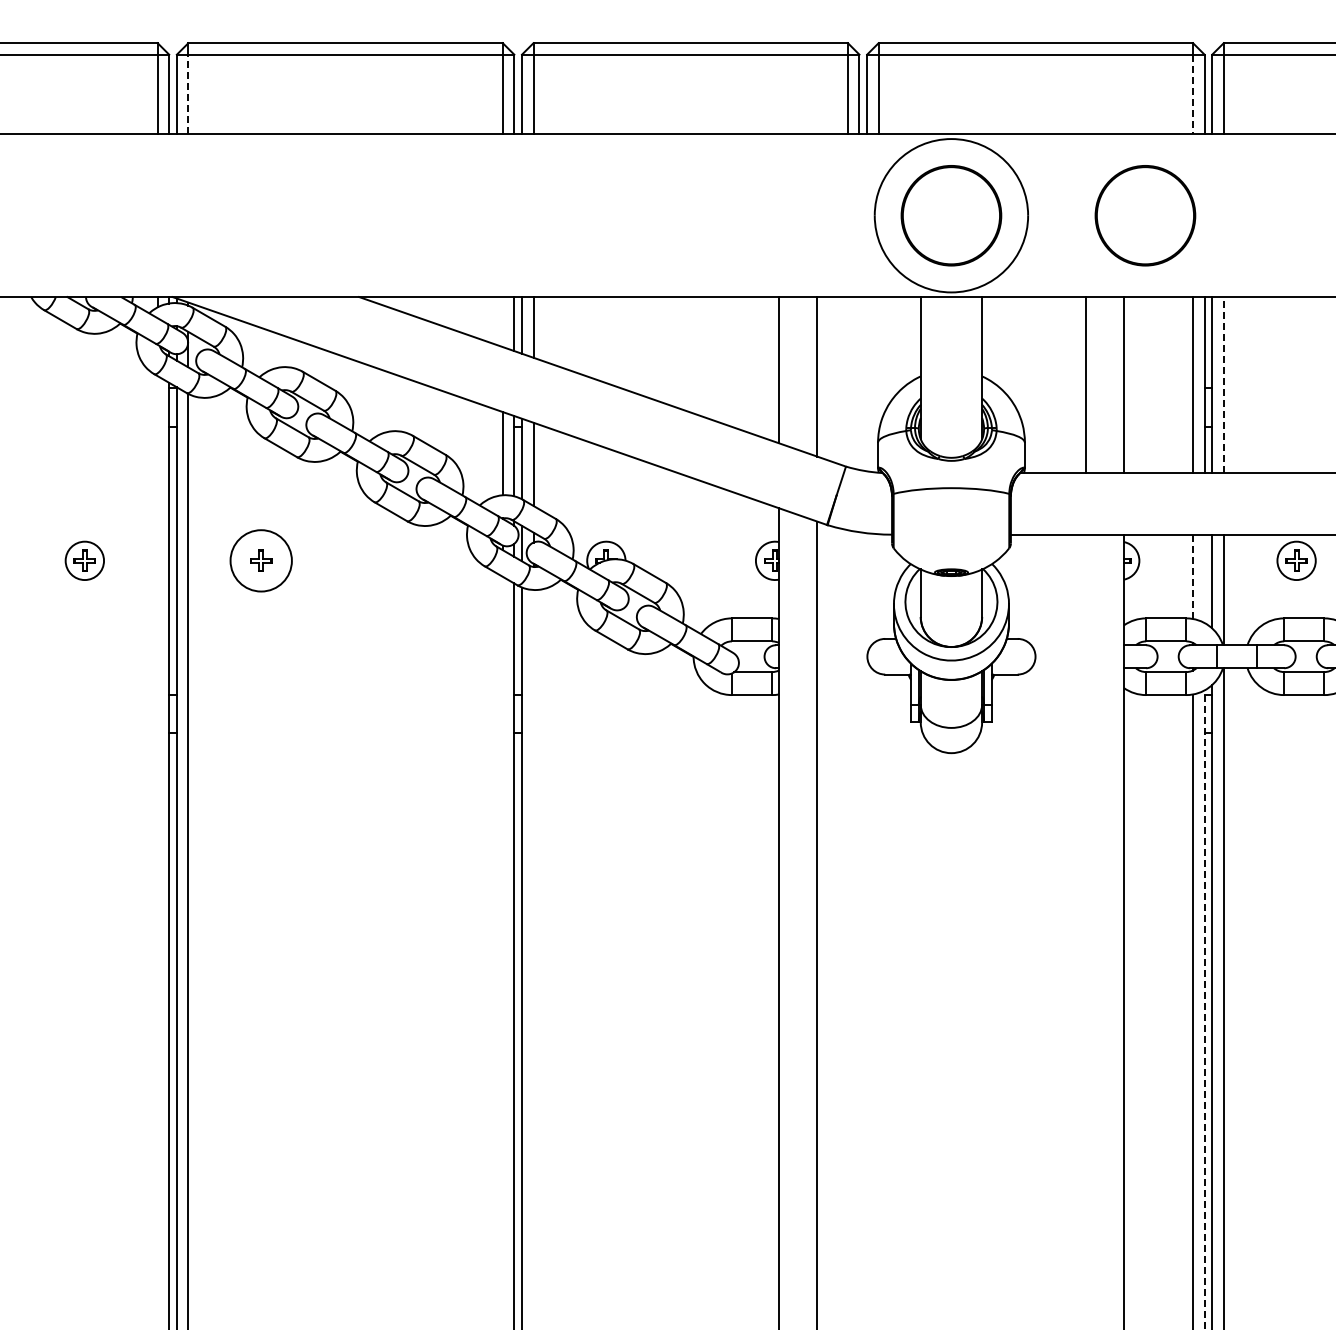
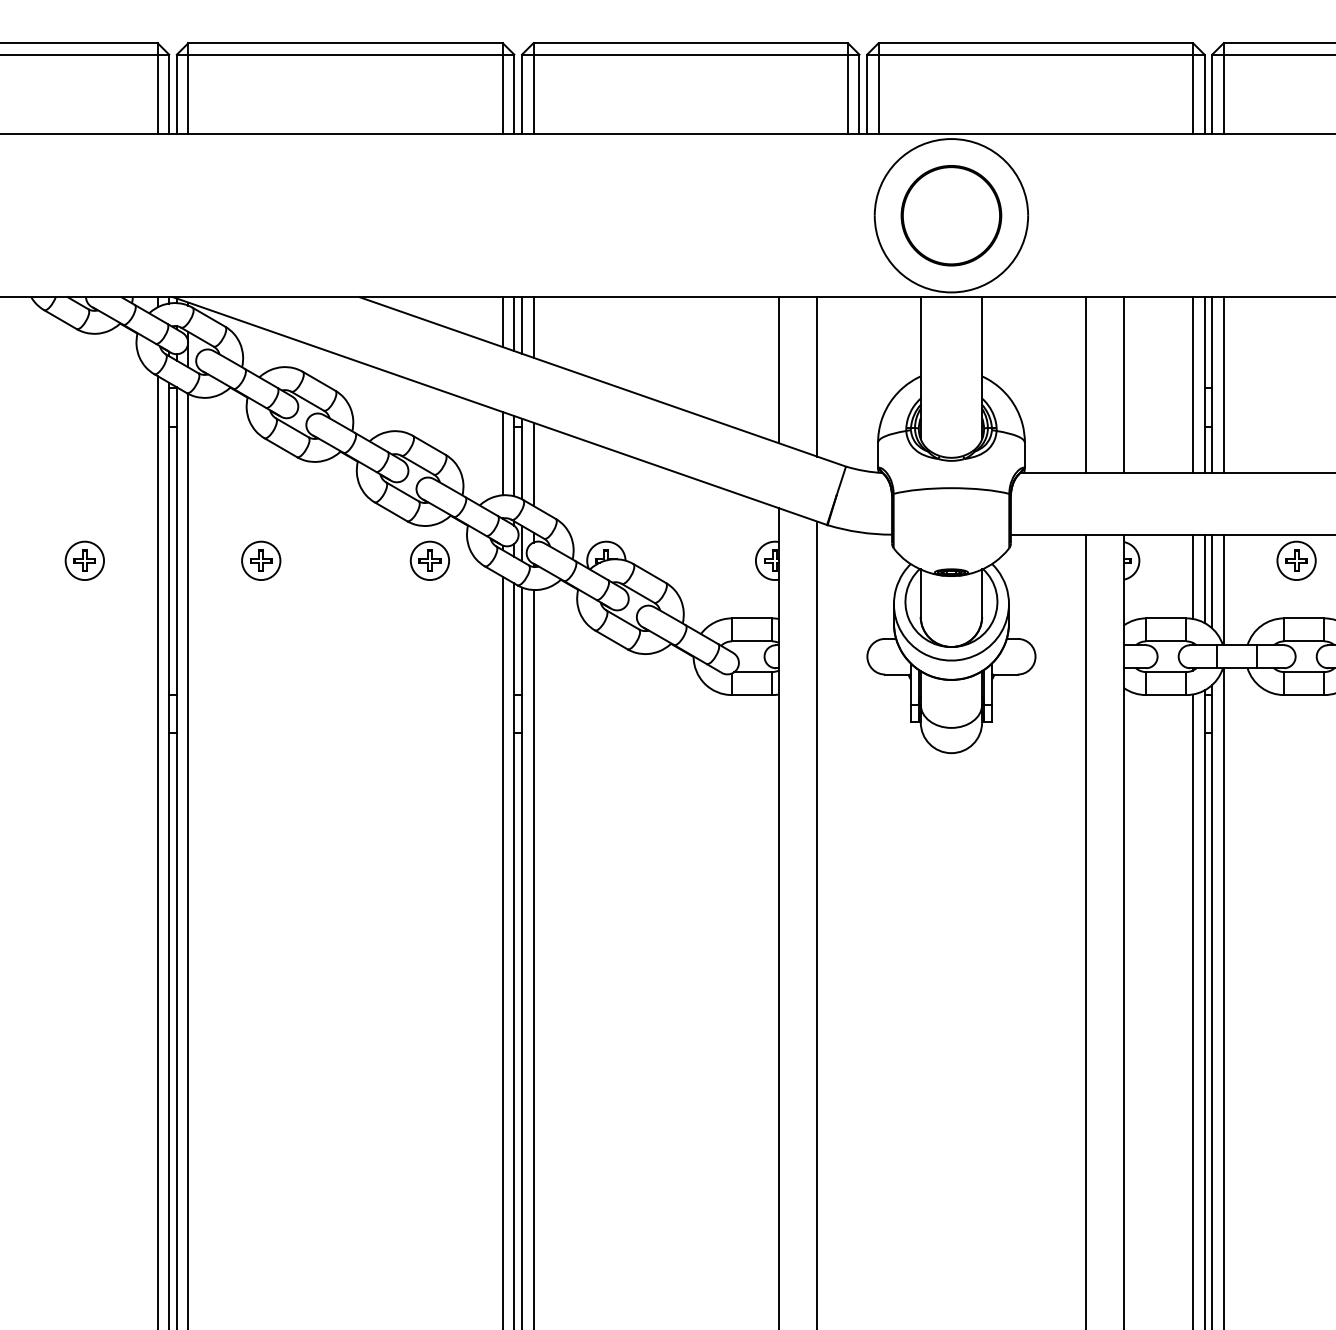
line at (188, 94): dashed -> solid
line at (1193, 94): dashed -> solid
part at (1145, 215): present -> none
line at (502, 322): none -> present
line at (1223, 384): dashed -> solid
circle at (260, 560) diameter: 61 px -> 38 px
part at (429, 560): none -> present
line at (1193, 577): dashed -> solid
line at (1204, 578): none -> present
line at (157, 851): none -> present
line at (1085, 930): none -> present
line at (502, 951): none -> present
line at (533, 958): none -> present
line at (1204, 1009): dashed -> solid
